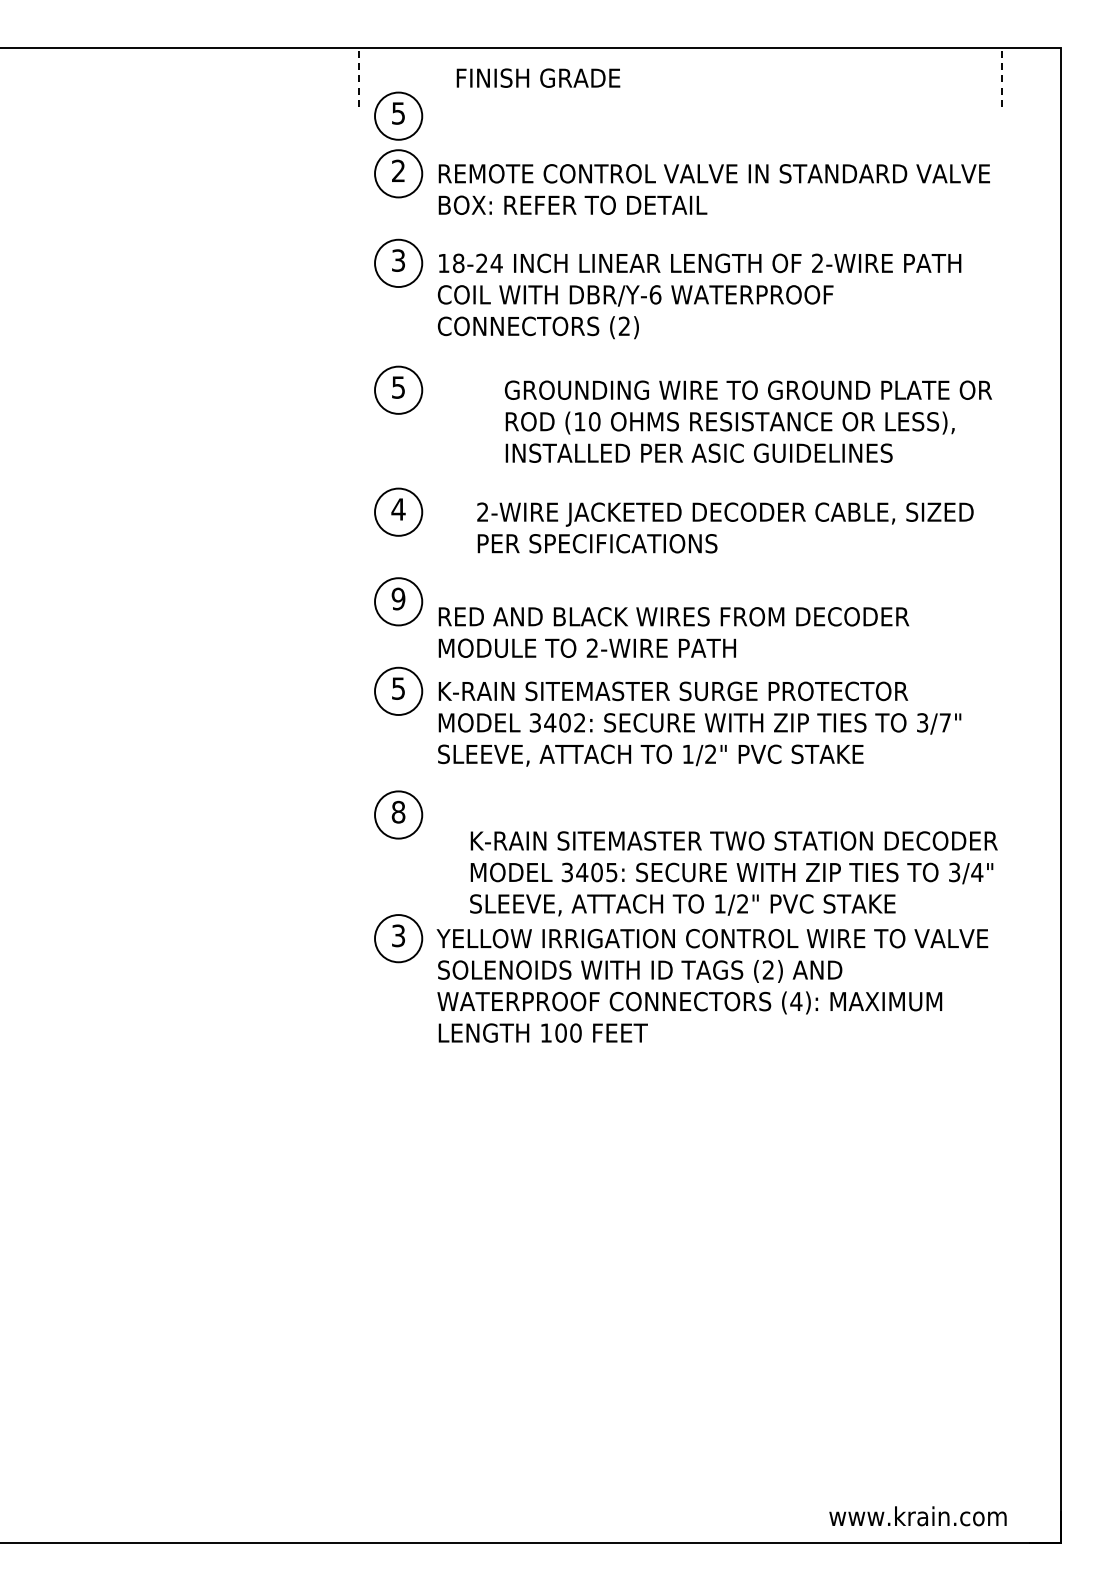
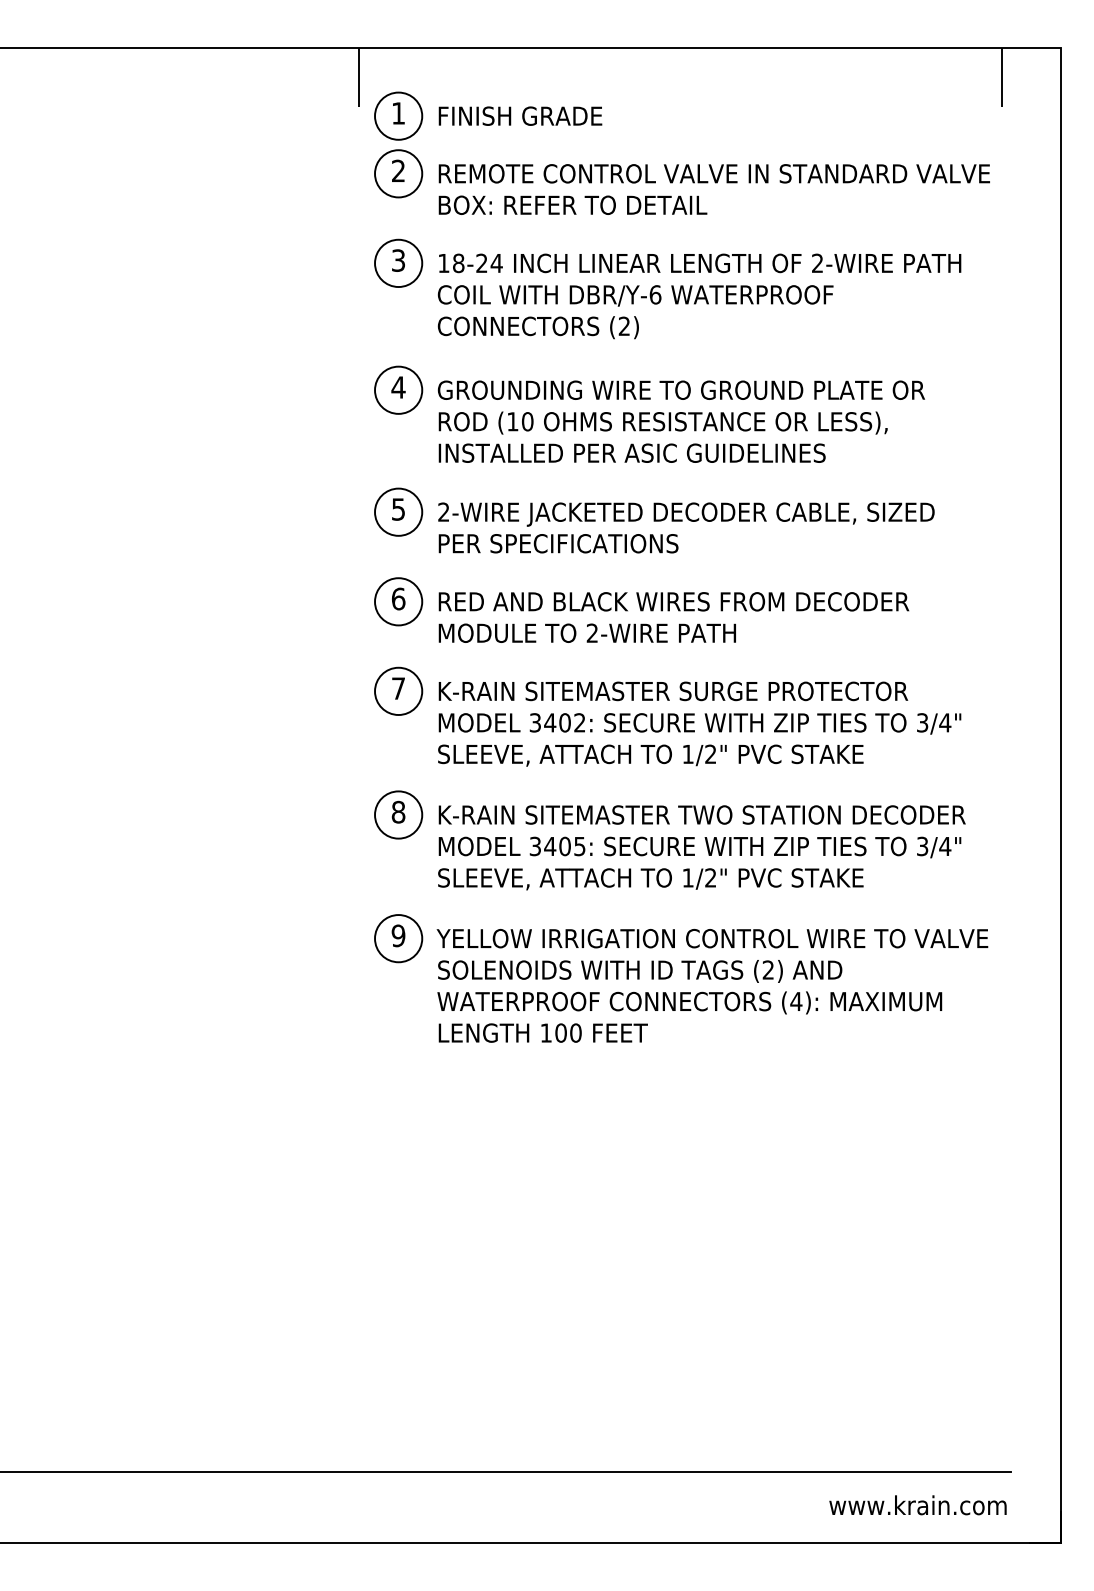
line at (359, 77): dashed -> solid
text at (538, 77) position: (538, 77) -> (520, 115)
line at (1002, 77): dashed -> solid
text at (398, 113): 5 -> 1
text at (398, 387): 5 -> 4
text at (747, 421) position: (747, 421) -> (680, 421)
text at (398, 509): 4 -> 5
text at (725, 527) position: (725, 527) -> (686, 527)
text at (398, 598): 9 -> 6
text at (673, 632) position: (673, 632) -> (673, 617)
text at (398, 688): 5 -> 7
text at (945, 722): 3/7" -> 3/4"
text at (733, 873) position: (733, 873) -> (701, 847)
text at (398, 935): 3 -> 9
line at (506, 1471): none -> present
text at (917, 1516) position: (917, 1516) -> (917, 1505)
